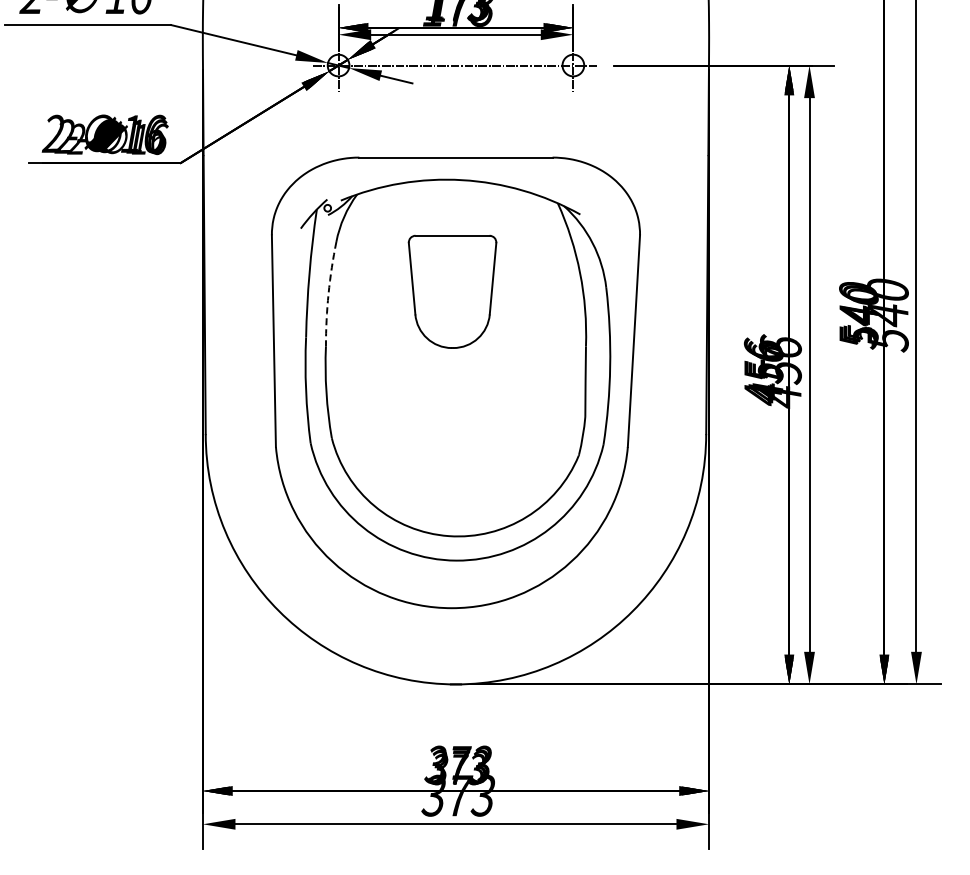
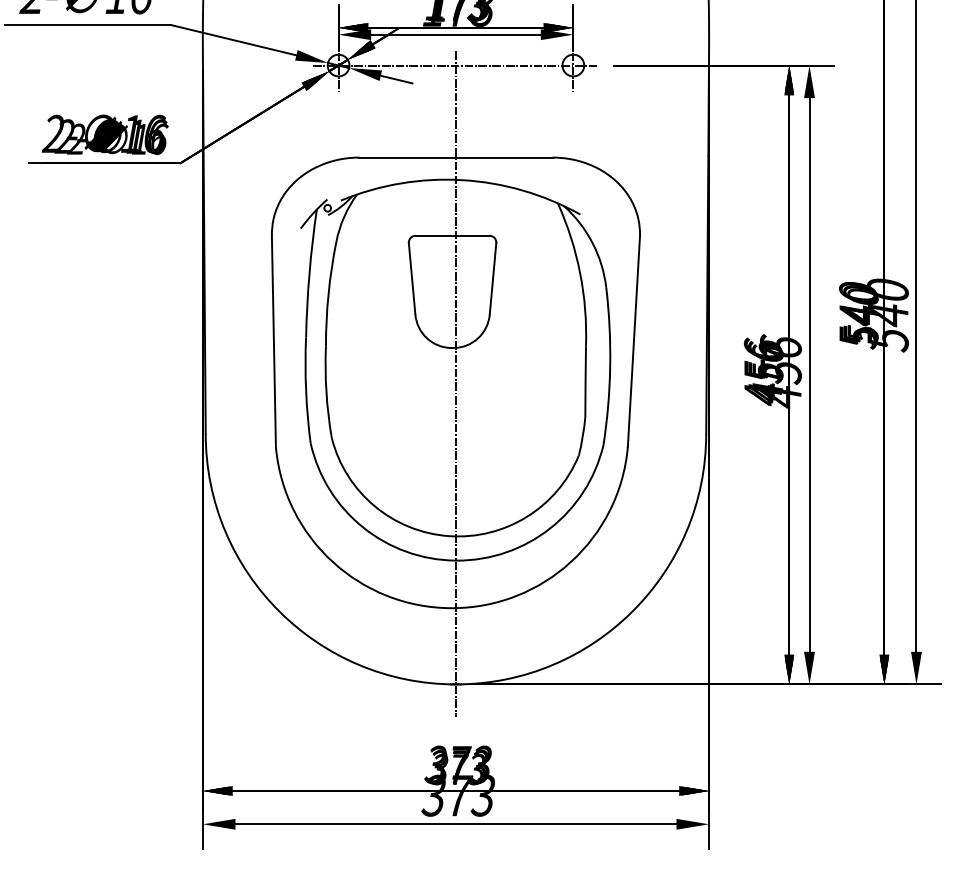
arc at (328, 293): dashed -> solid
line at (455, 384): none -> present
